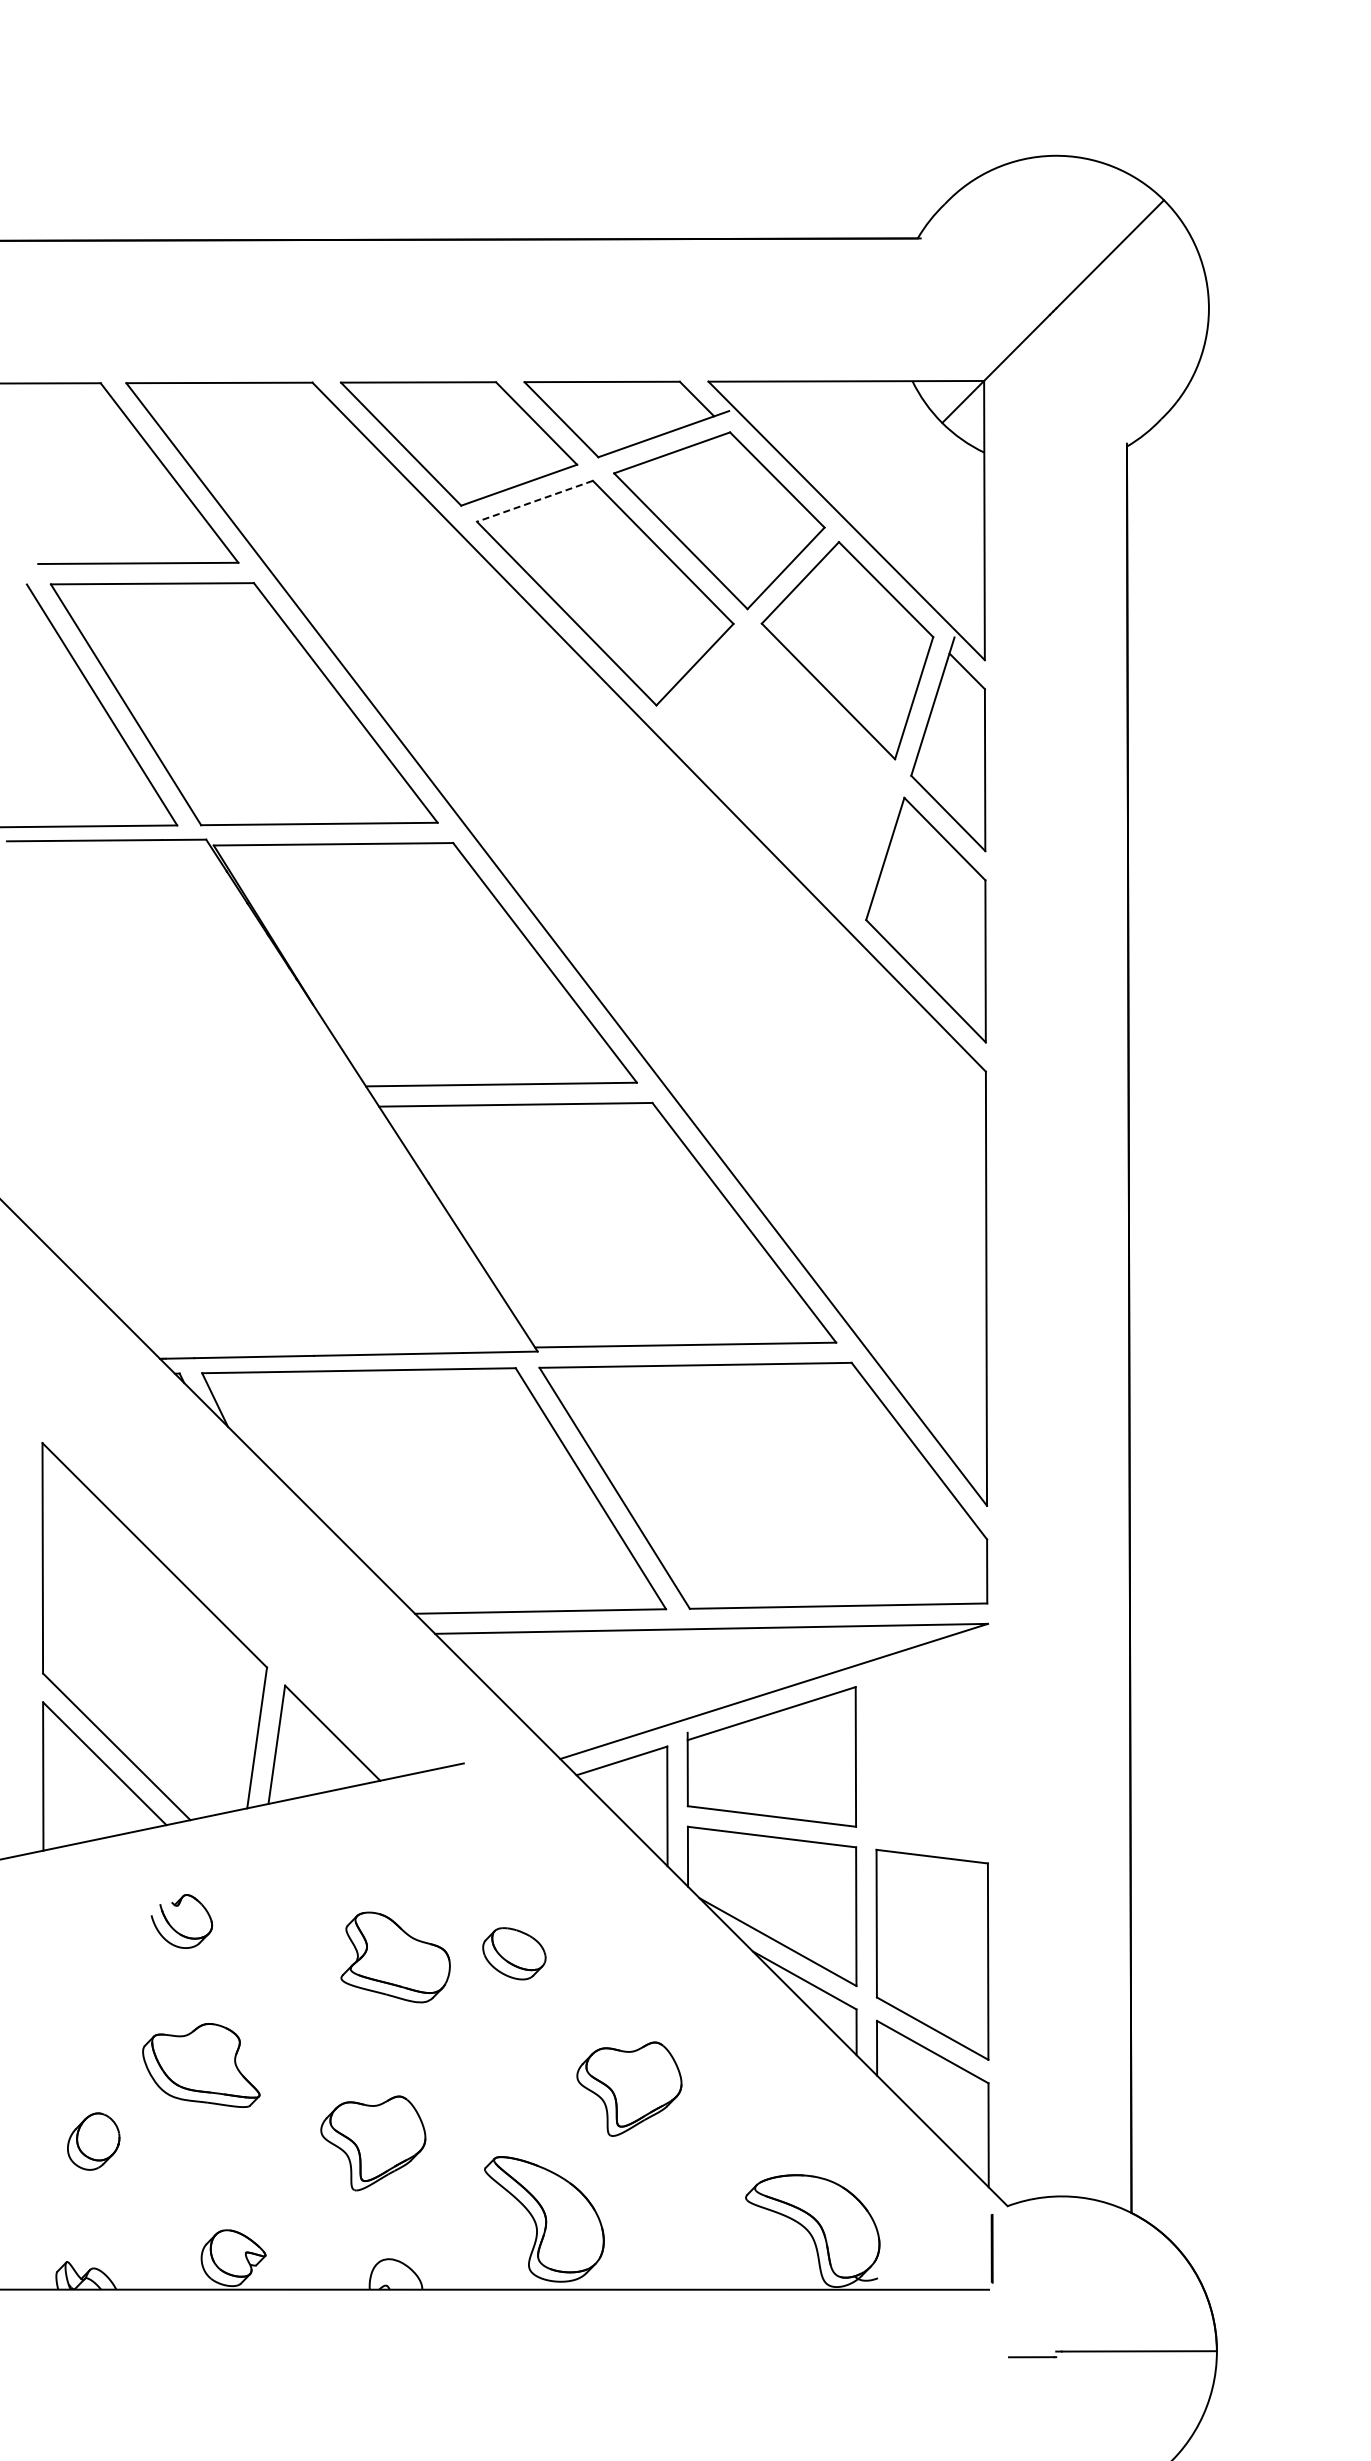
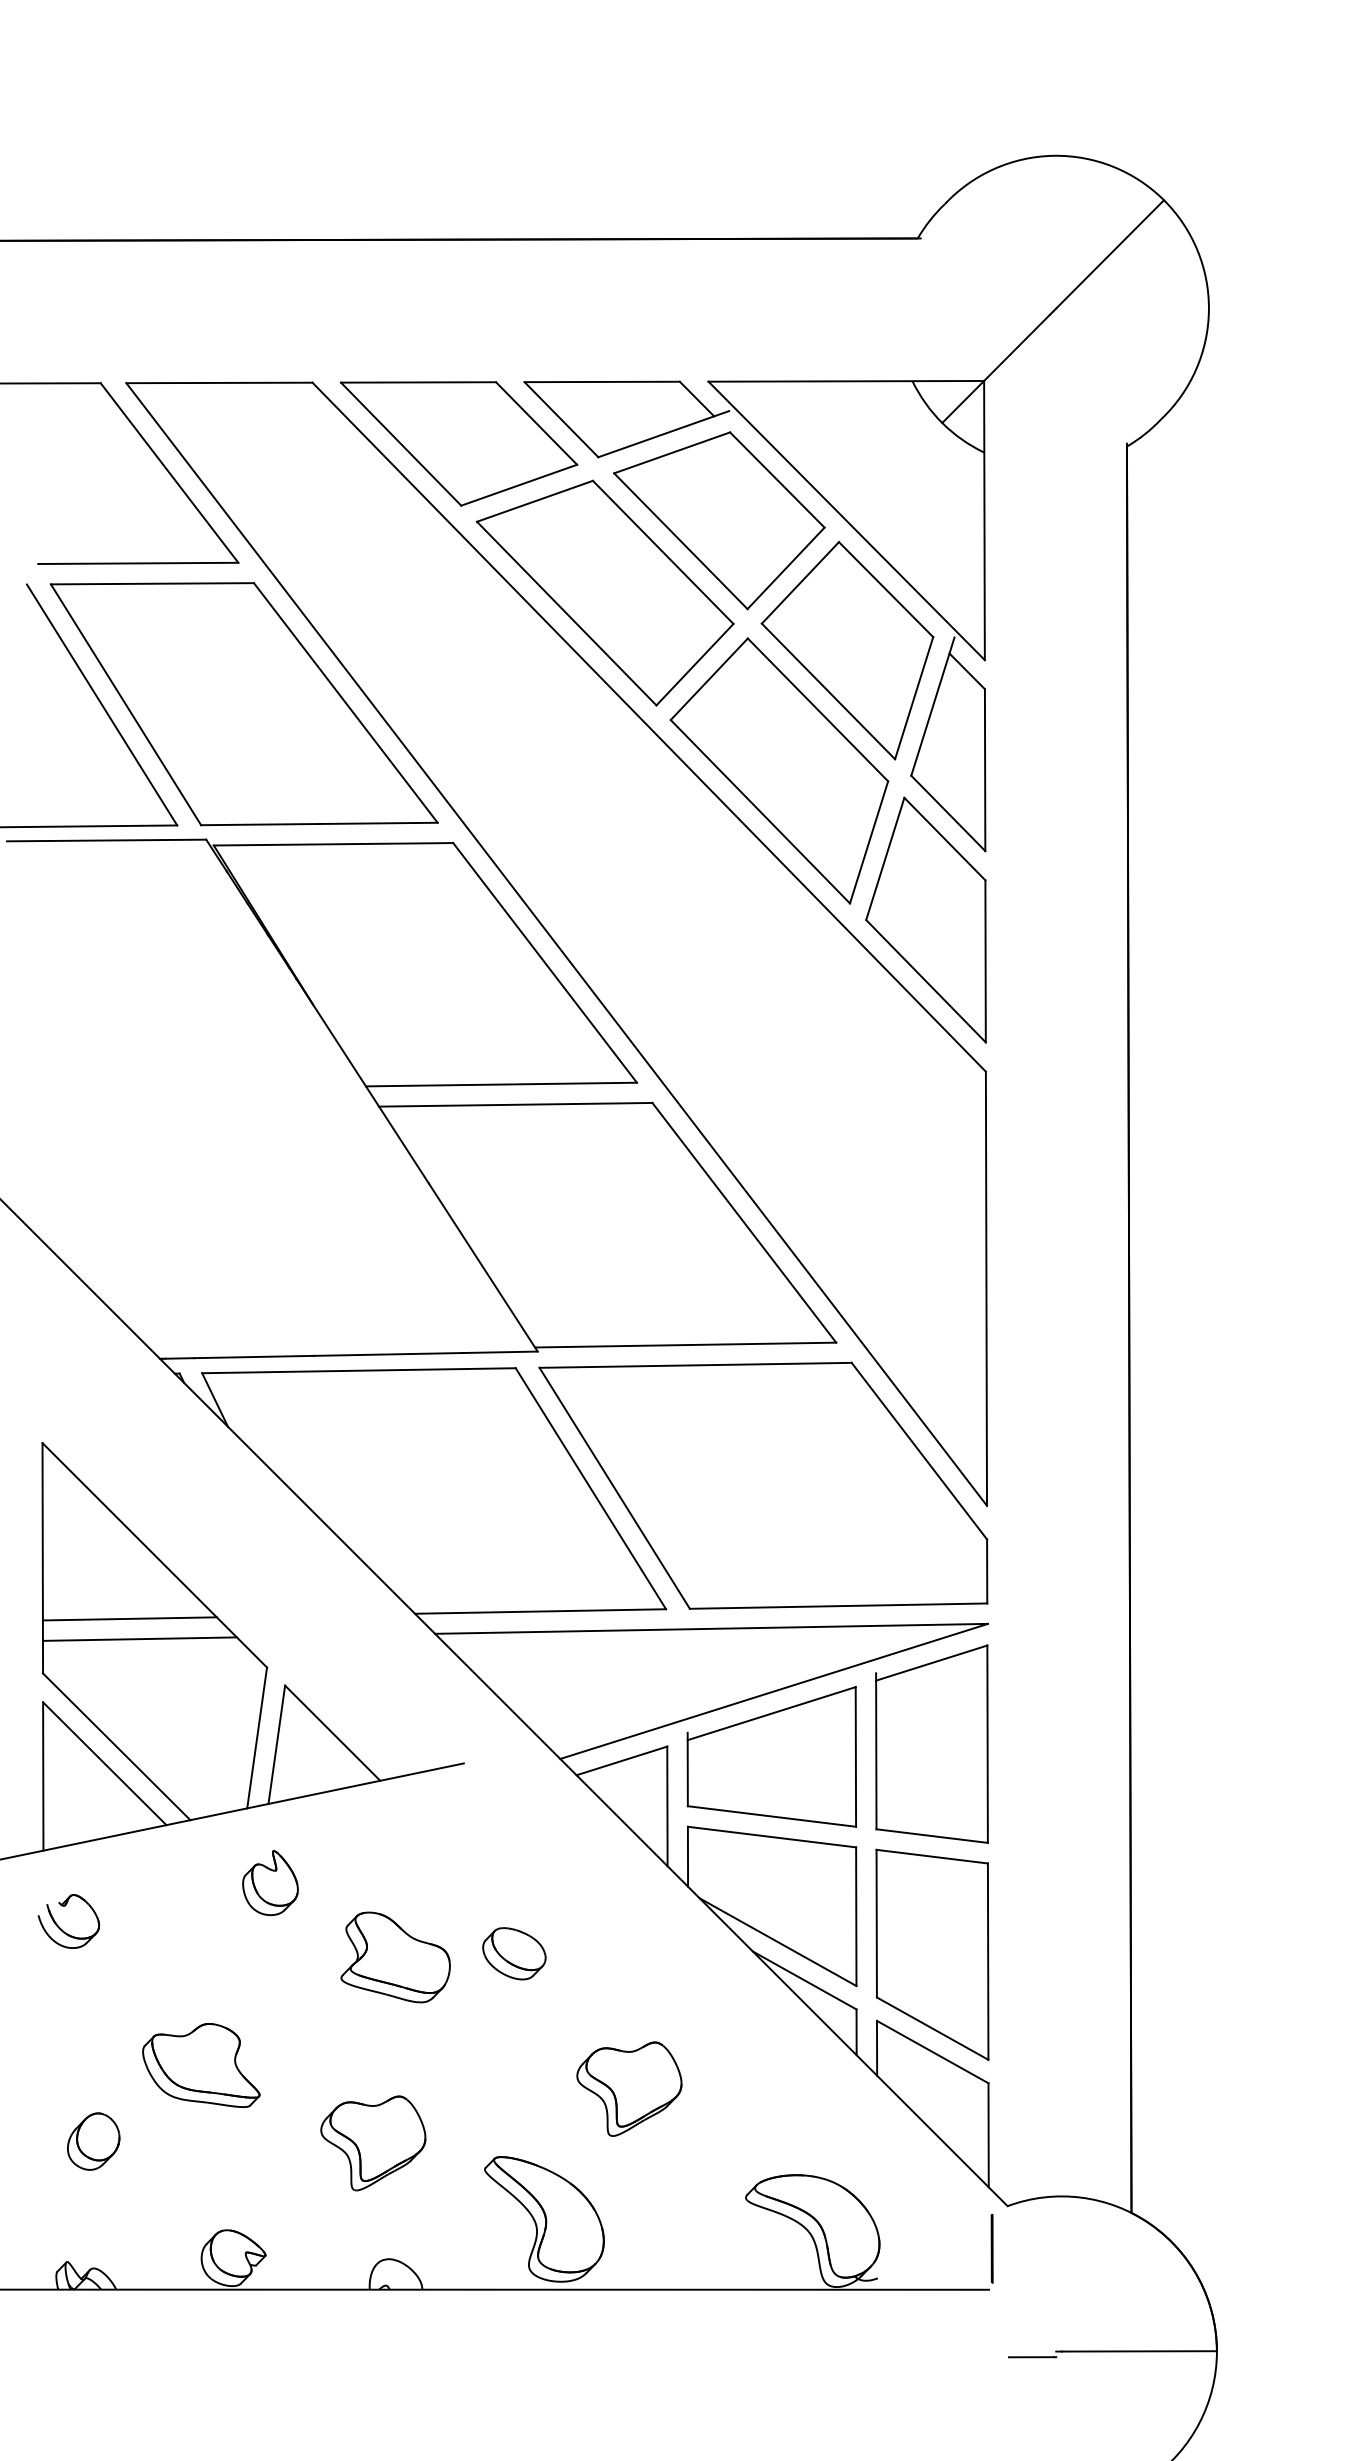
line at (534, 501): dashed -> solid
part at (779, 770): none -> present
line at (129, 1618): none -> present
line at (139, 1638): none -> present
part at (931, 1743): none -> present
part at (270, 1883): none -> present
part at (174, 1928) position: (174, 1928) -> (61, 1928)
